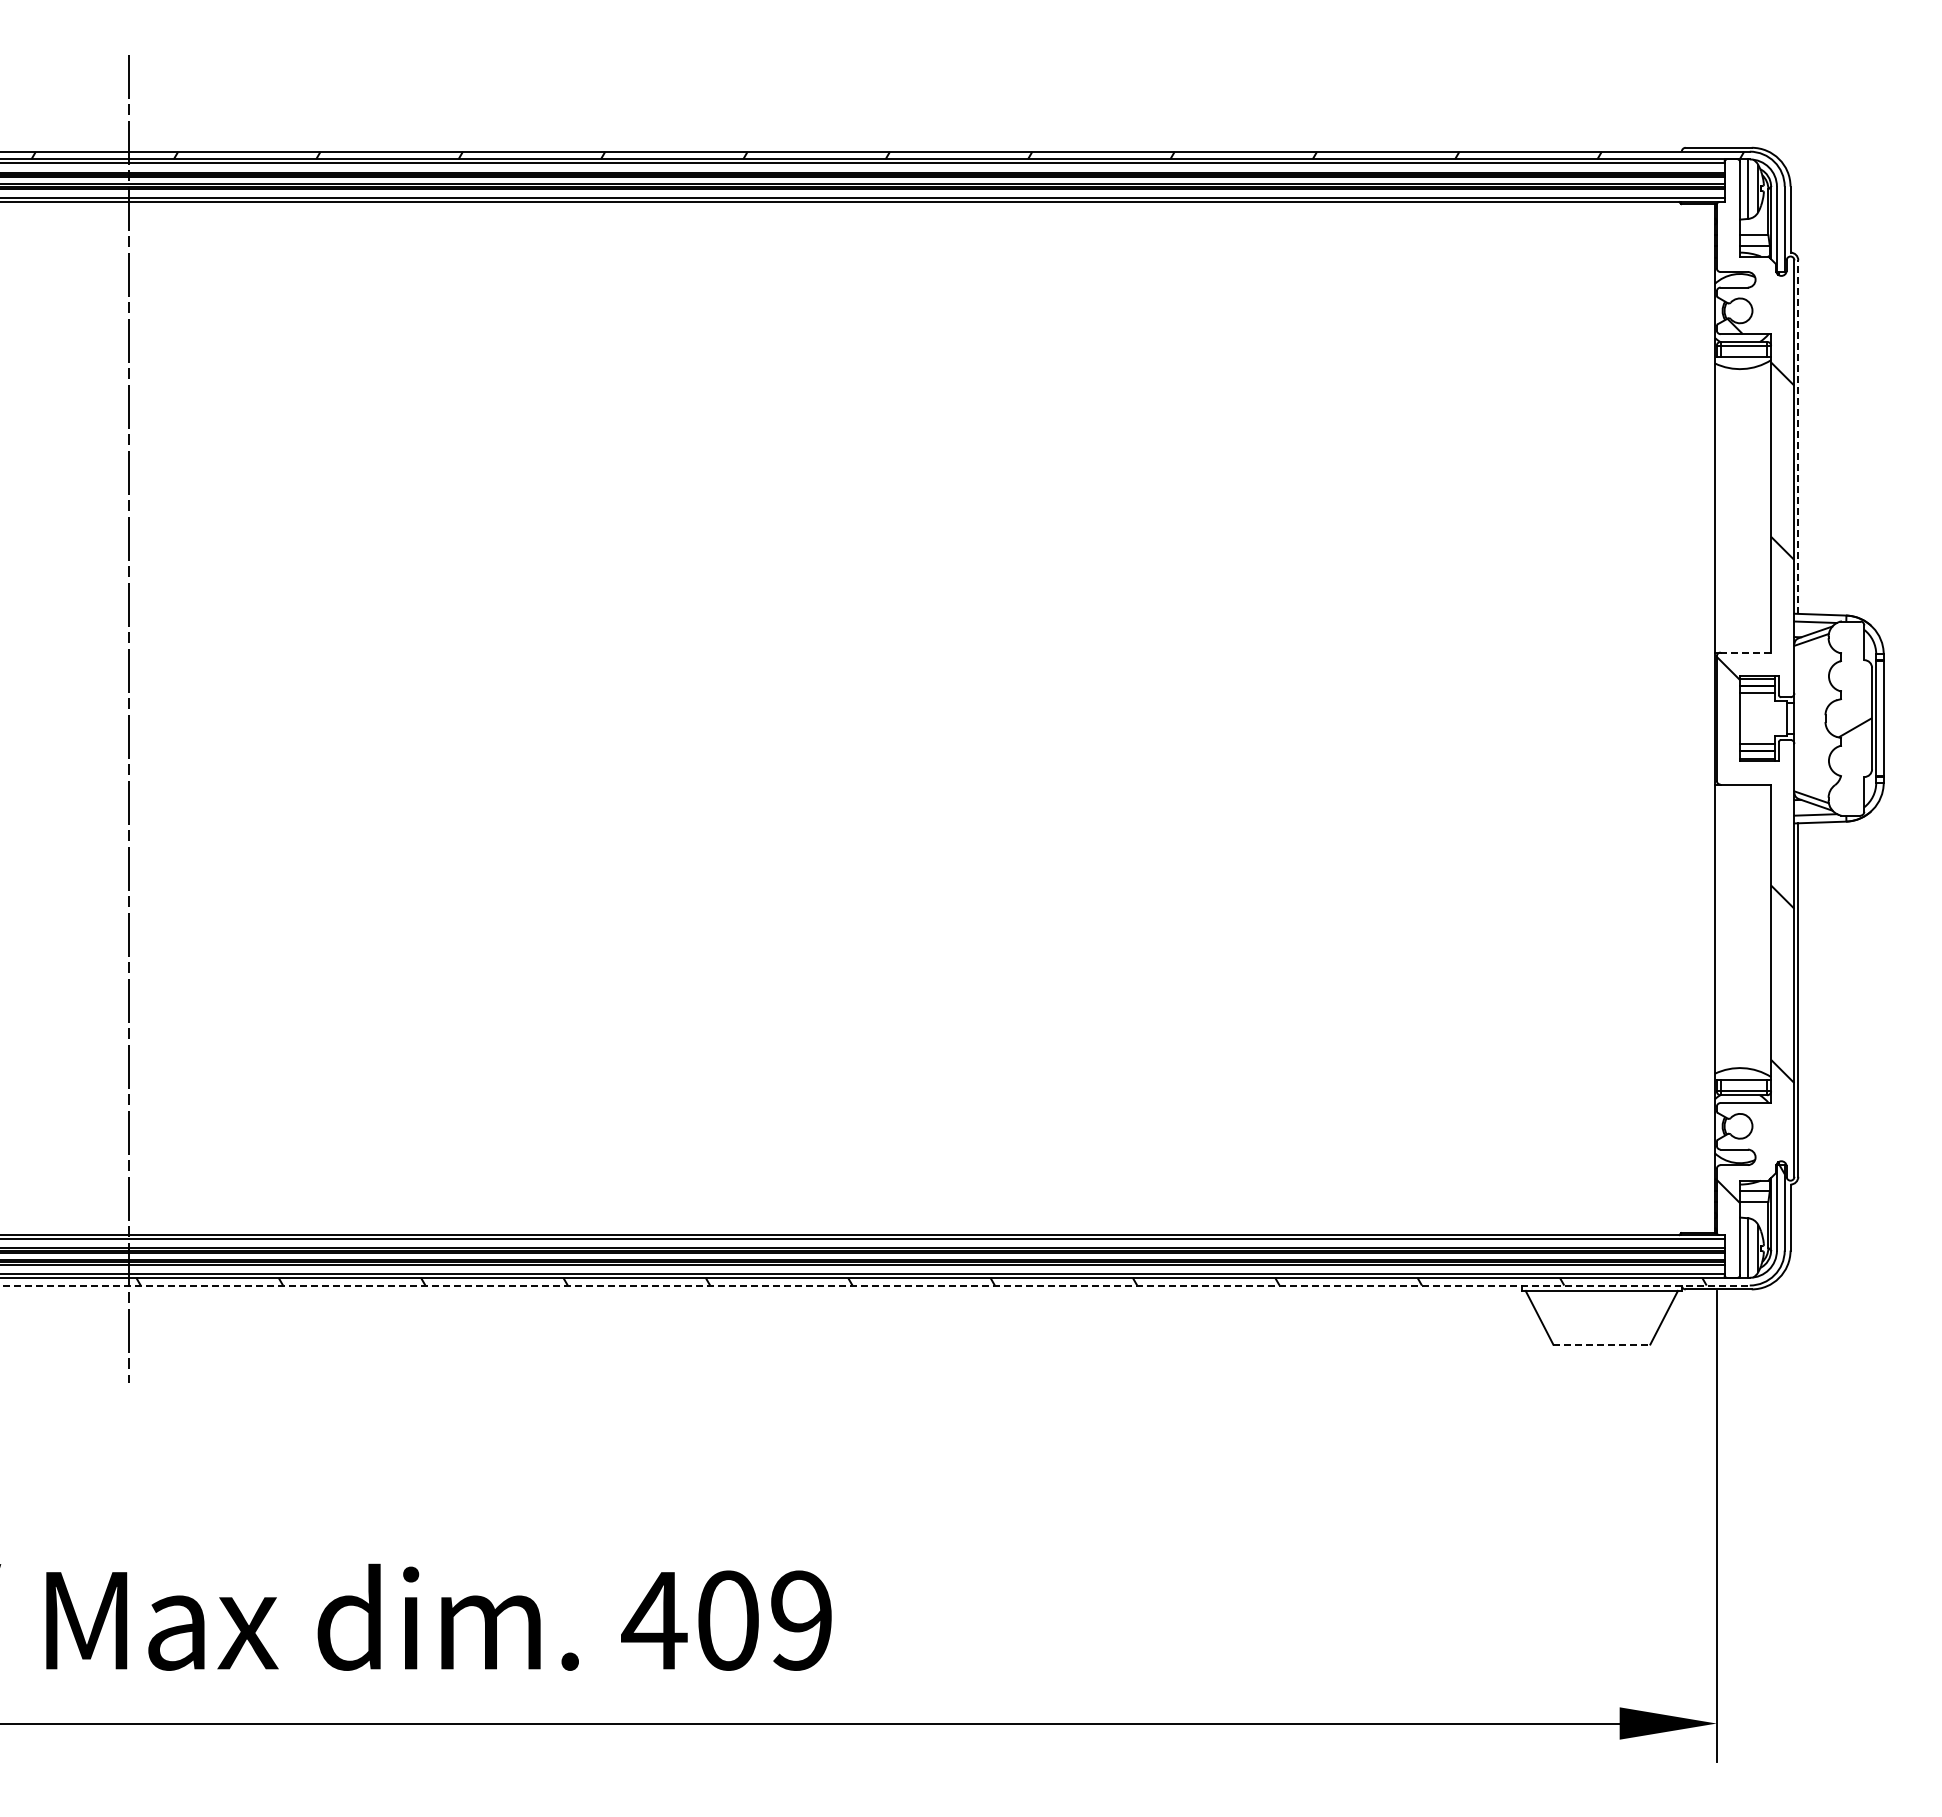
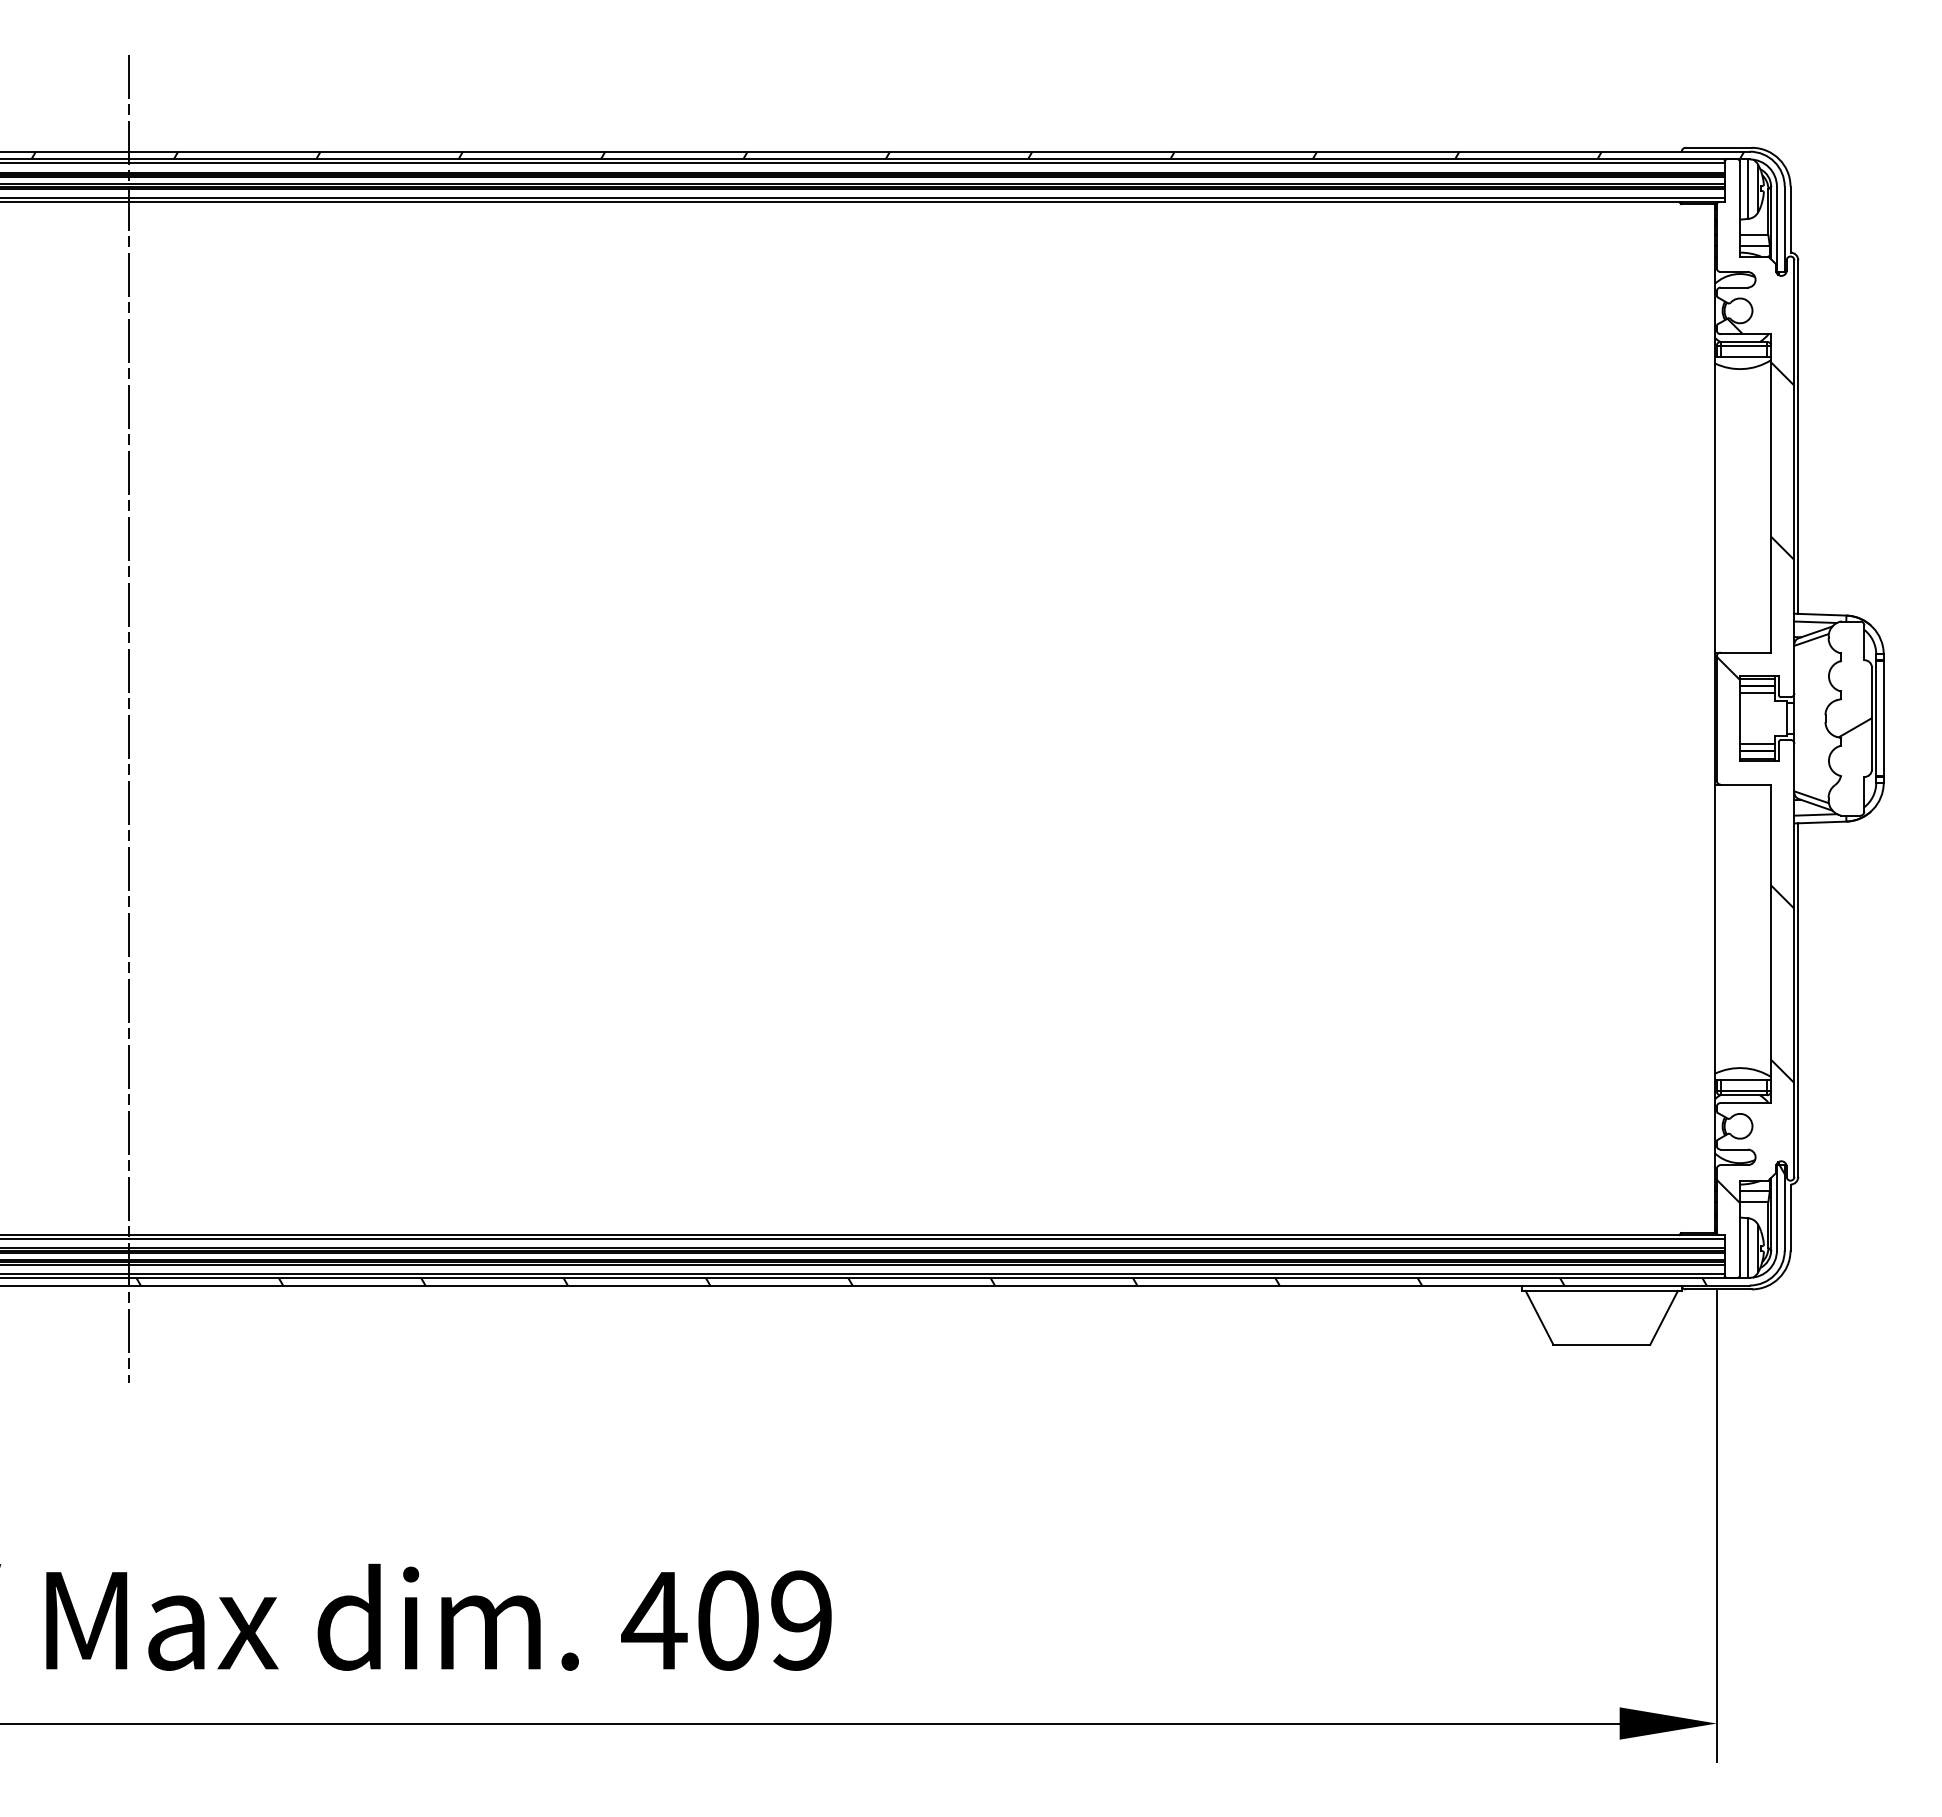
line at (1798, 437): dashed -> solid
line at (1745, 652): dashed -> solid
line at (874, 1285): dashed -> solid
line at (1601, 1344): dashed -> solid
